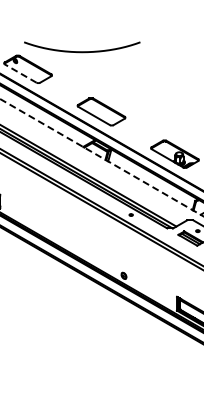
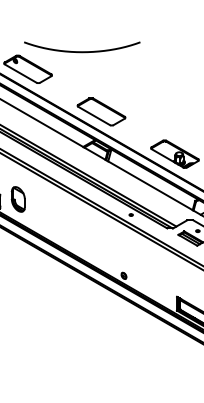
line at (20, 73): dashed -> solid
line at (101, 157): dashed -> solid
part at (17, 199): none -> present
